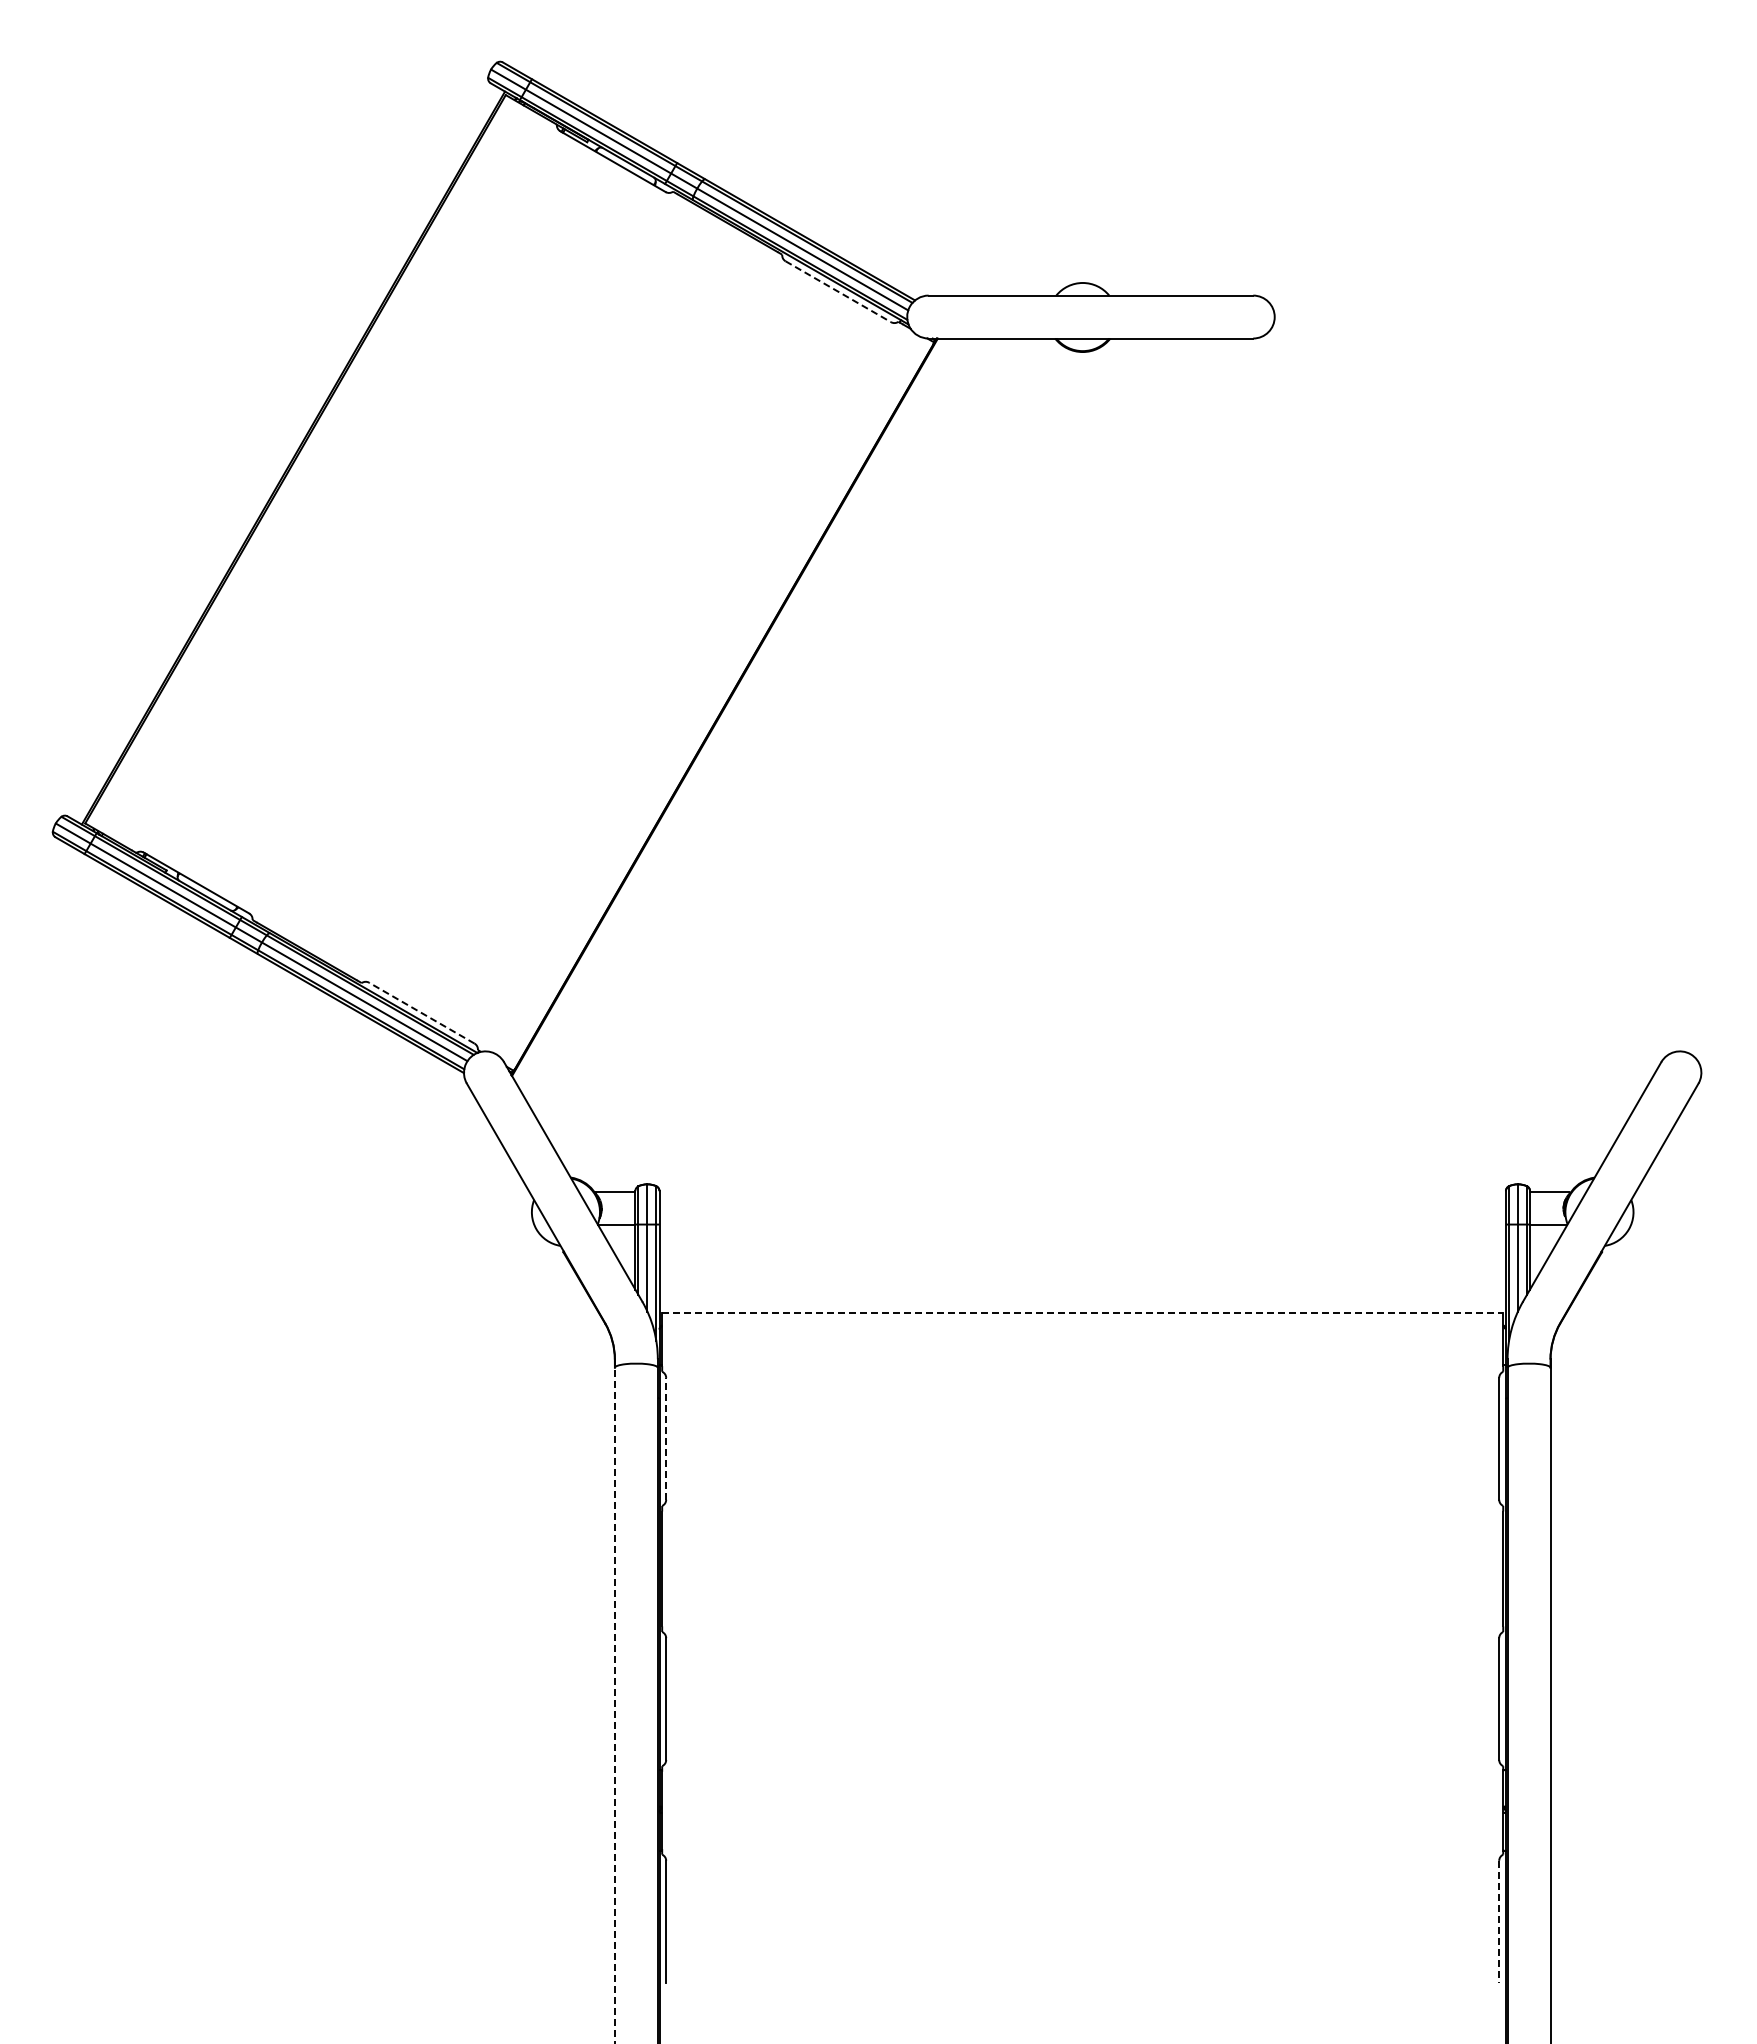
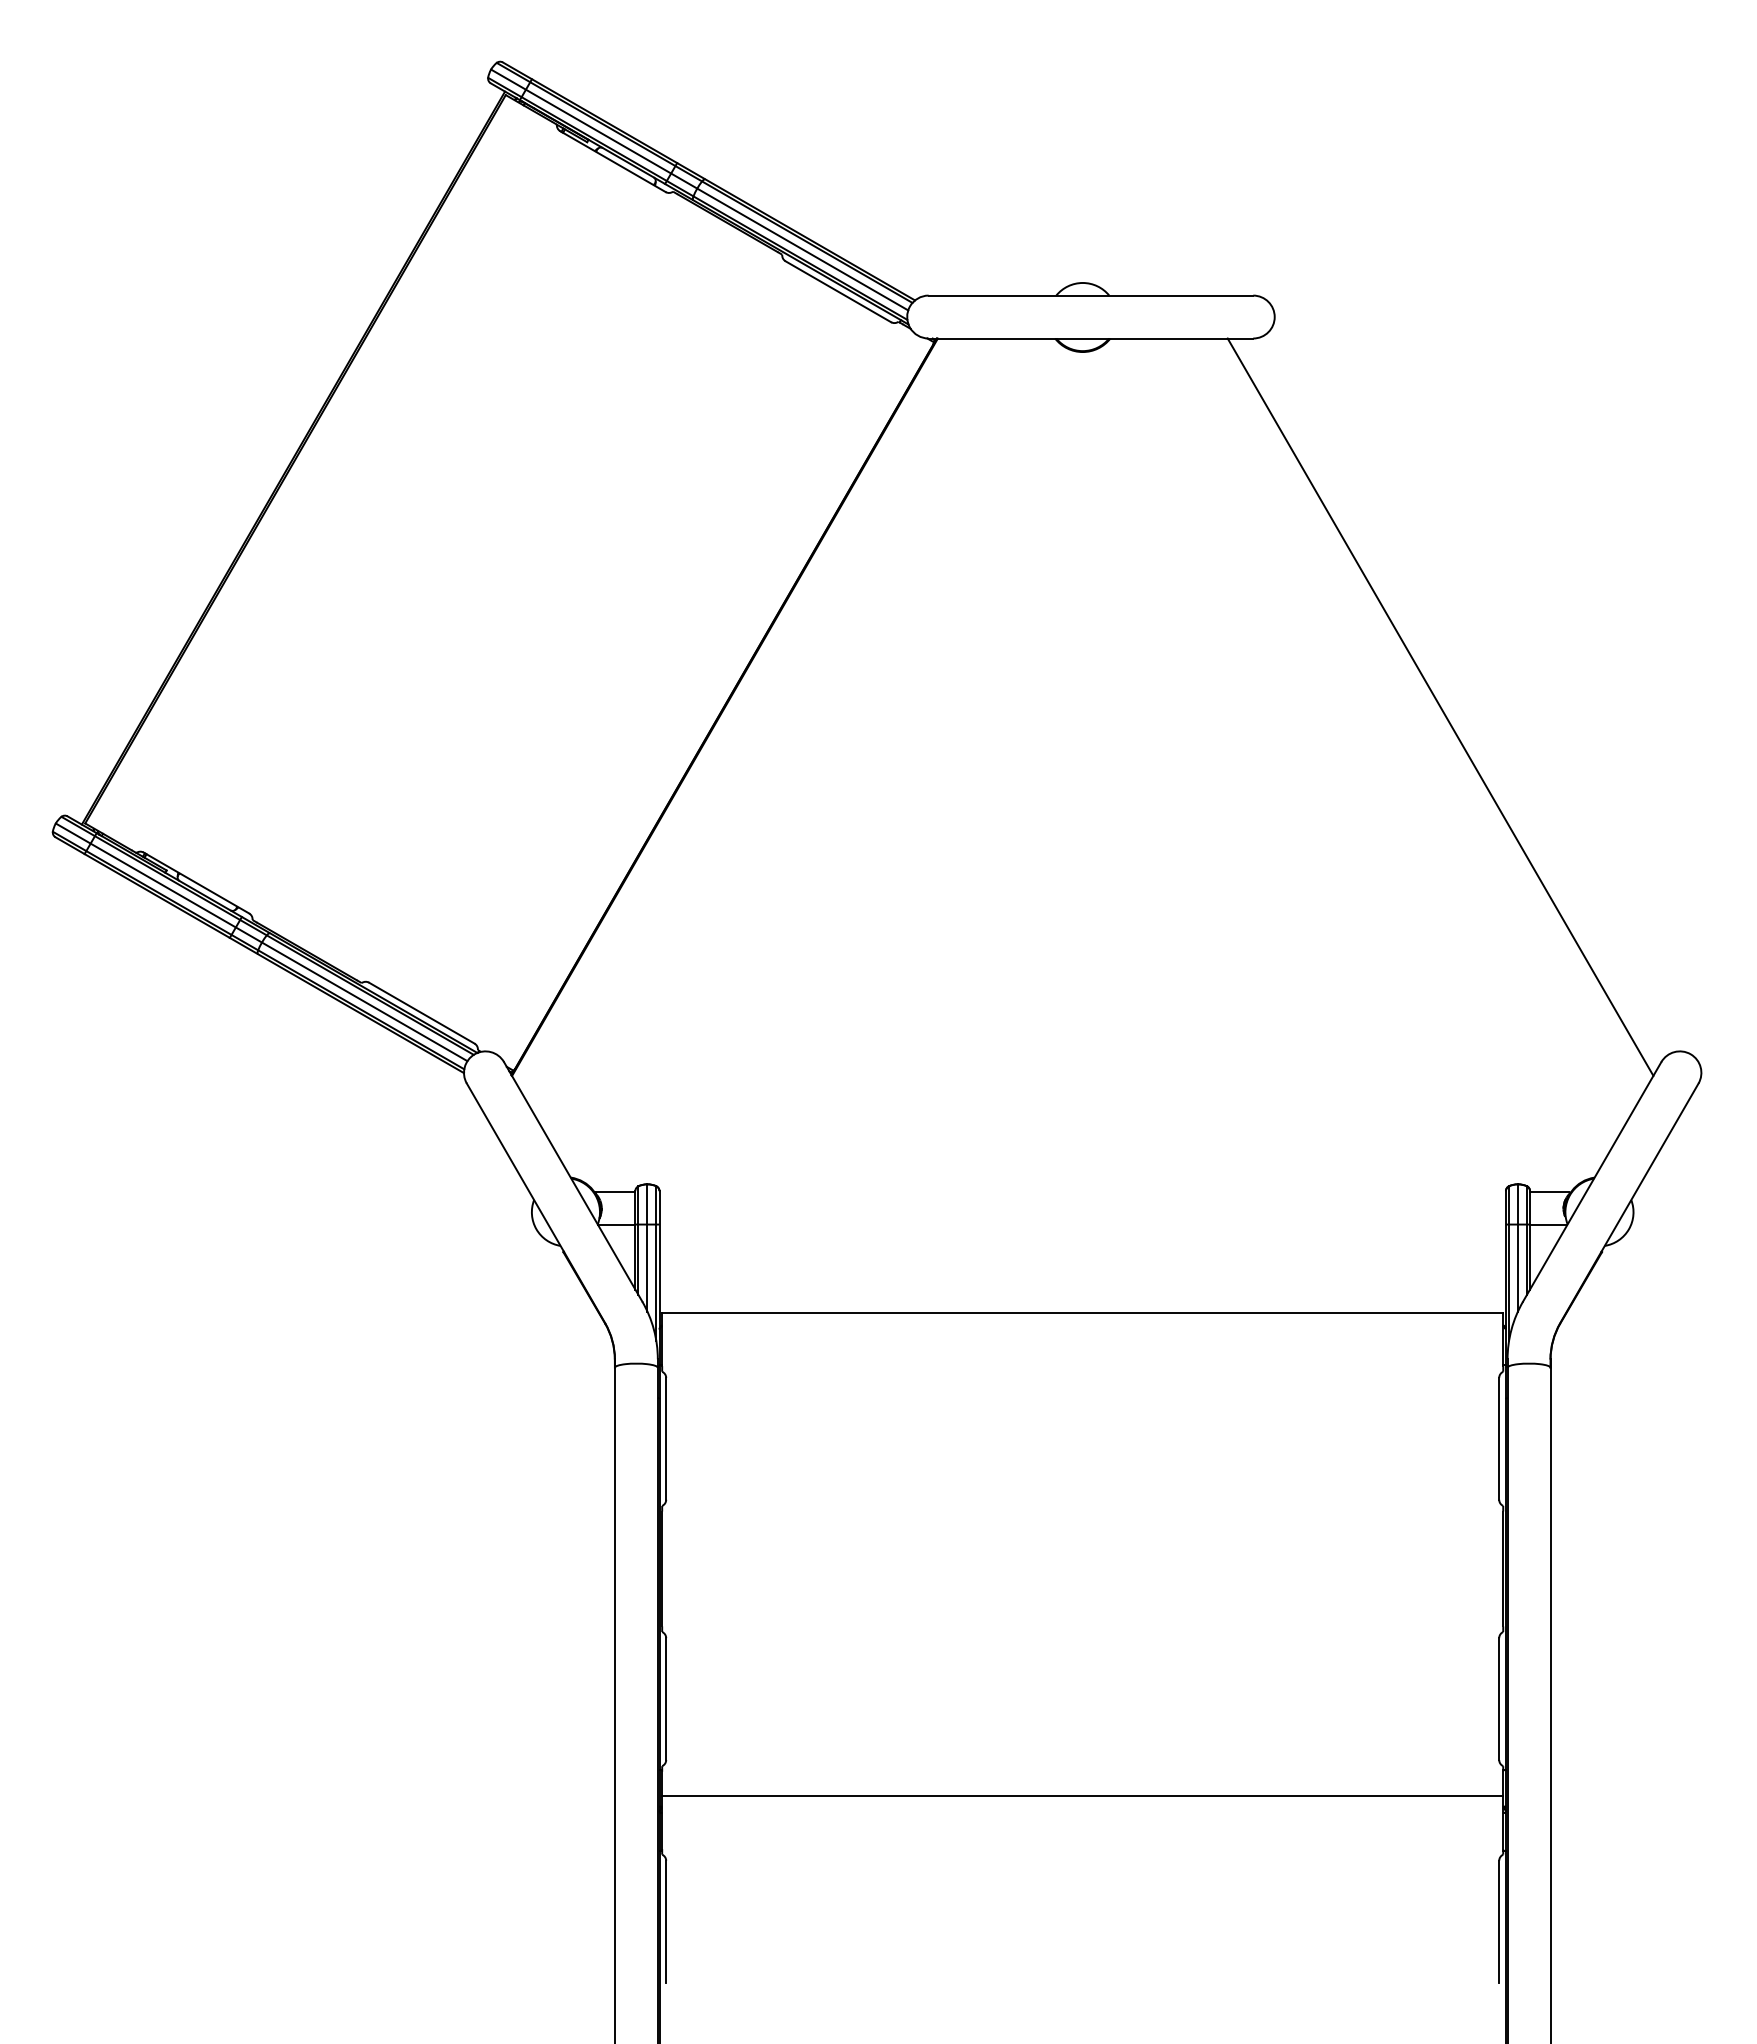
line at (838, 291): dashed -> solid
line at (1440, 706): none -> present
line at (421, 1013): dashed -> solid
line at (1082, 1312): dashed -> solid
line at (666, 1438): dashed -> solid
line at (614, 1701): dashed -> solid
line at (1082, 1795): none -> present
line at (1499, 1921): dashed -> solid
